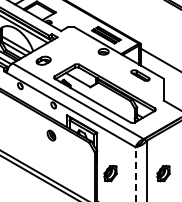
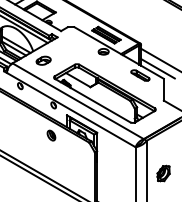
line at (157, 68): none -> present
part at (110, 173): present -> none
line at (135, 174): dashed -> solid
